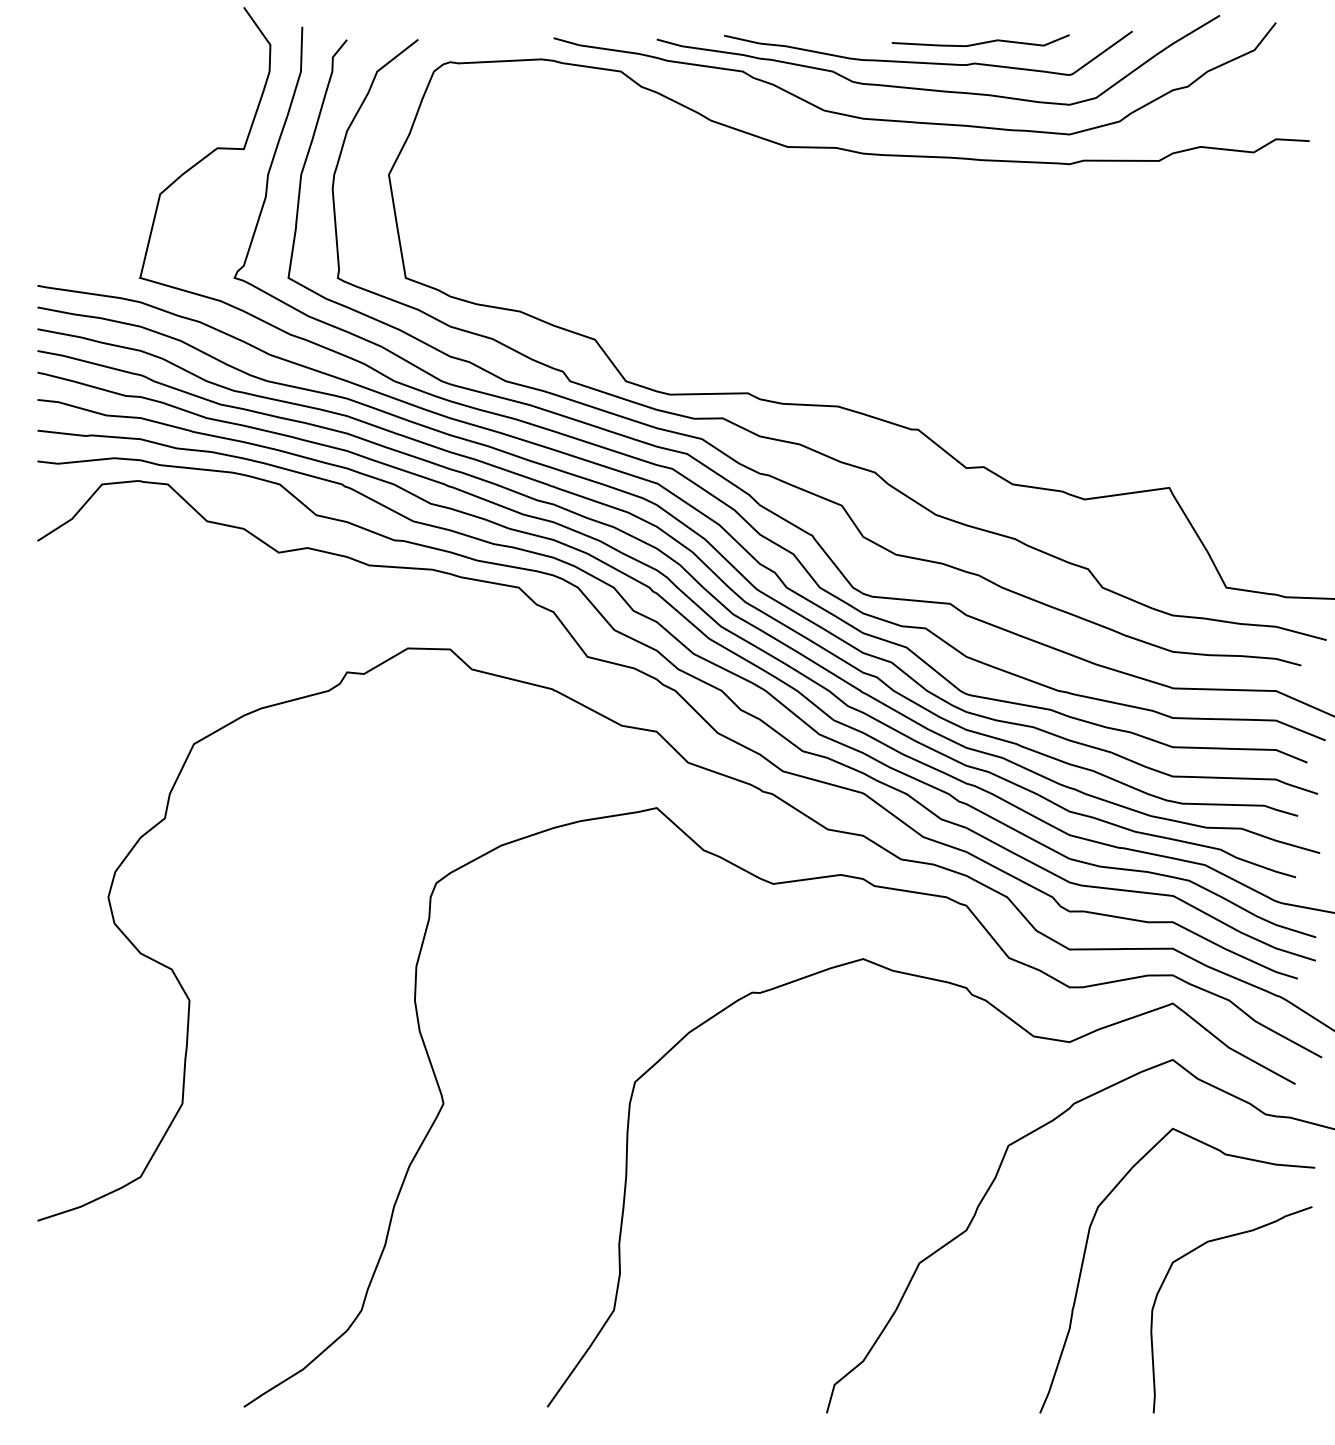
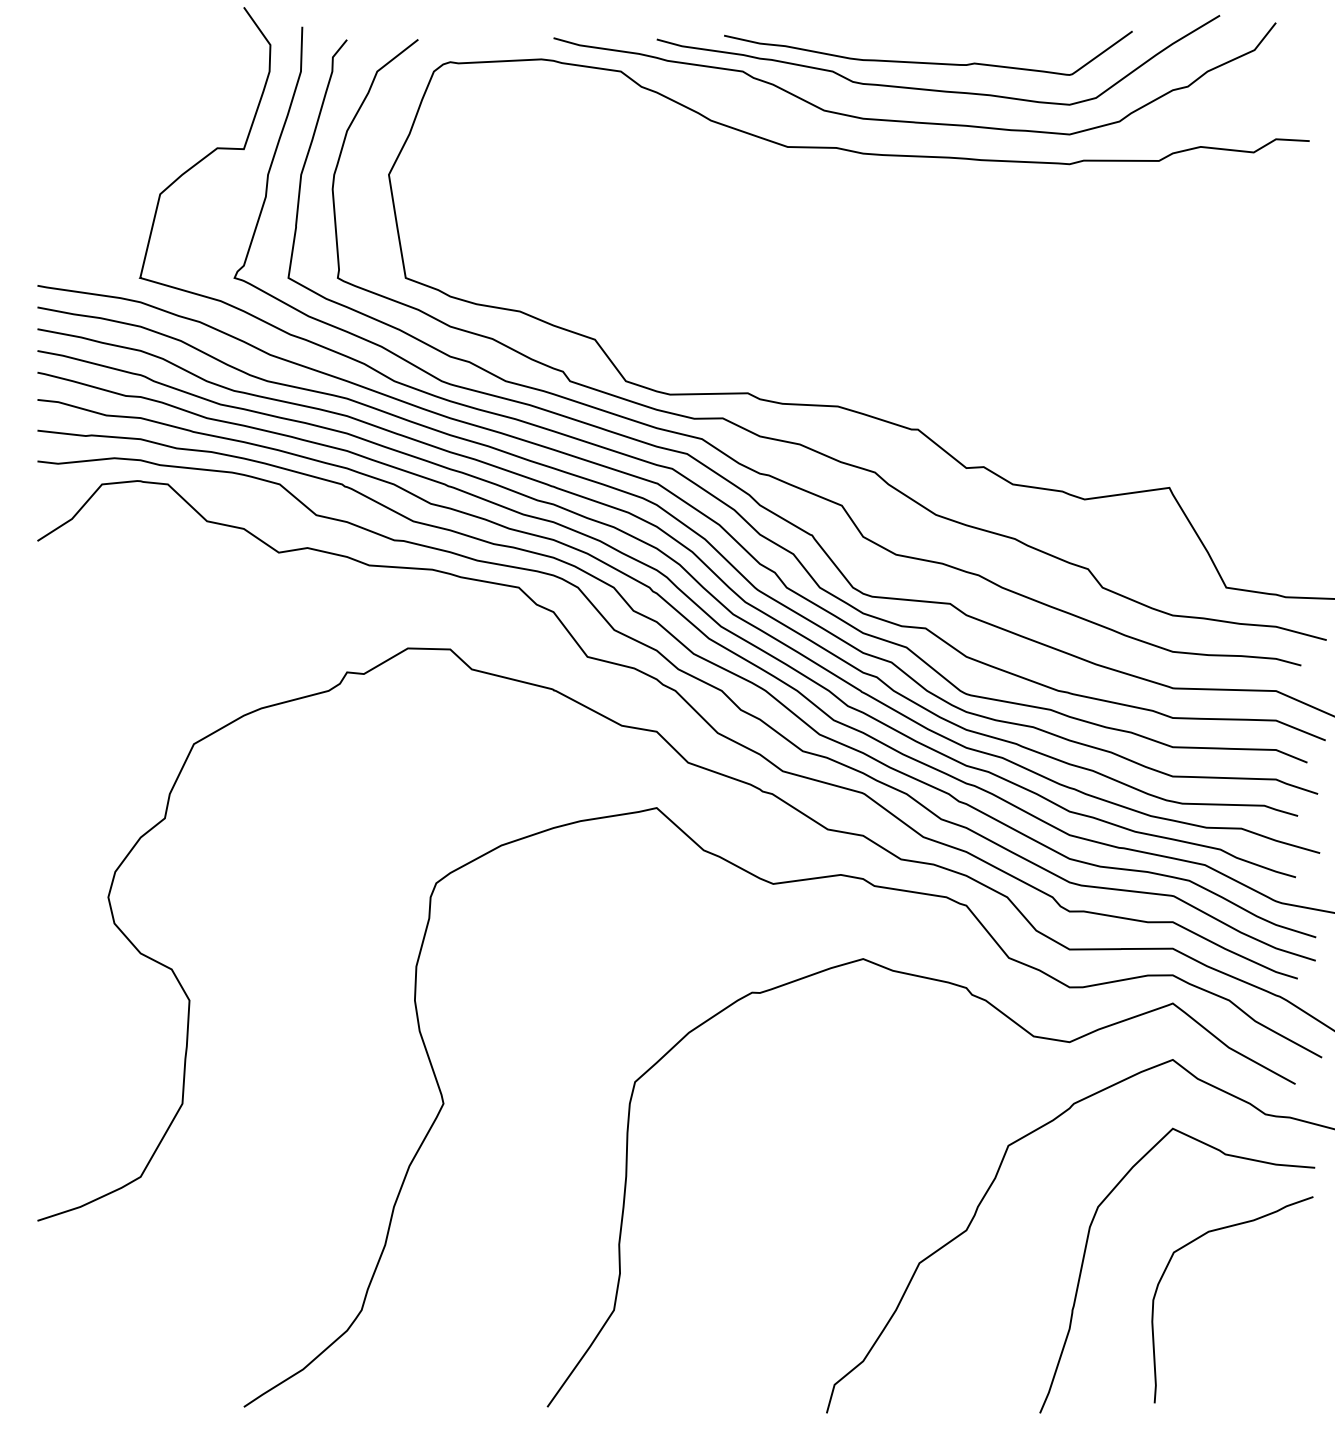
curve at (980, 42): present -> none
curve at (1195, 1250) position: (1195, 1250) -> (1196, 1240)
